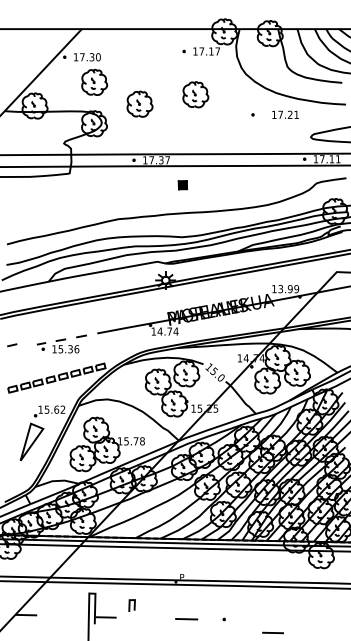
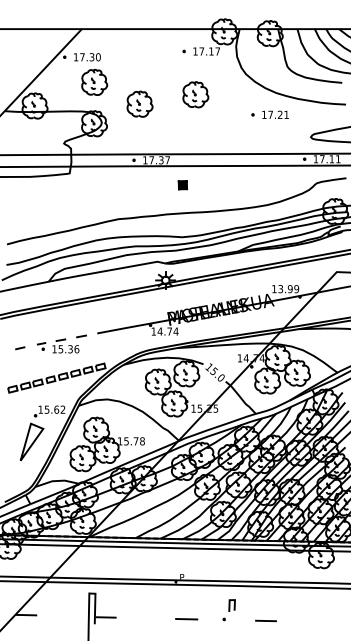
text at (285, 114) position: (285, 114) -> (275, 114)
line at (12, 345) position: (12, 345) -> (20, 348)
line at (130, 605) position: (130, 605) -> (230, 605)
line at (272, 632) position: (272, 632) -> (265, 620)
